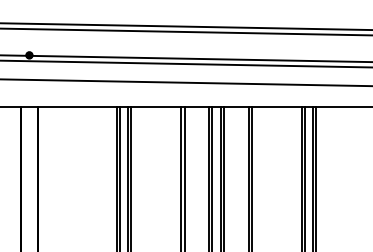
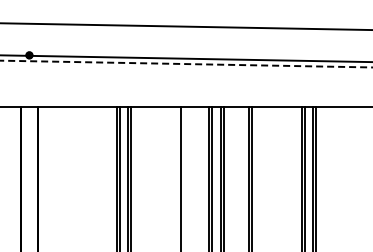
line at (185, 31): present -> none
line at (186, 64): solid -> dashed
line at (185, 82): present -> none
line at (184, 177): present -> none
